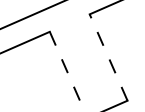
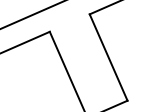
line at (108, 57): dashed -> solid
line at (67, 71): dashed -> solid
